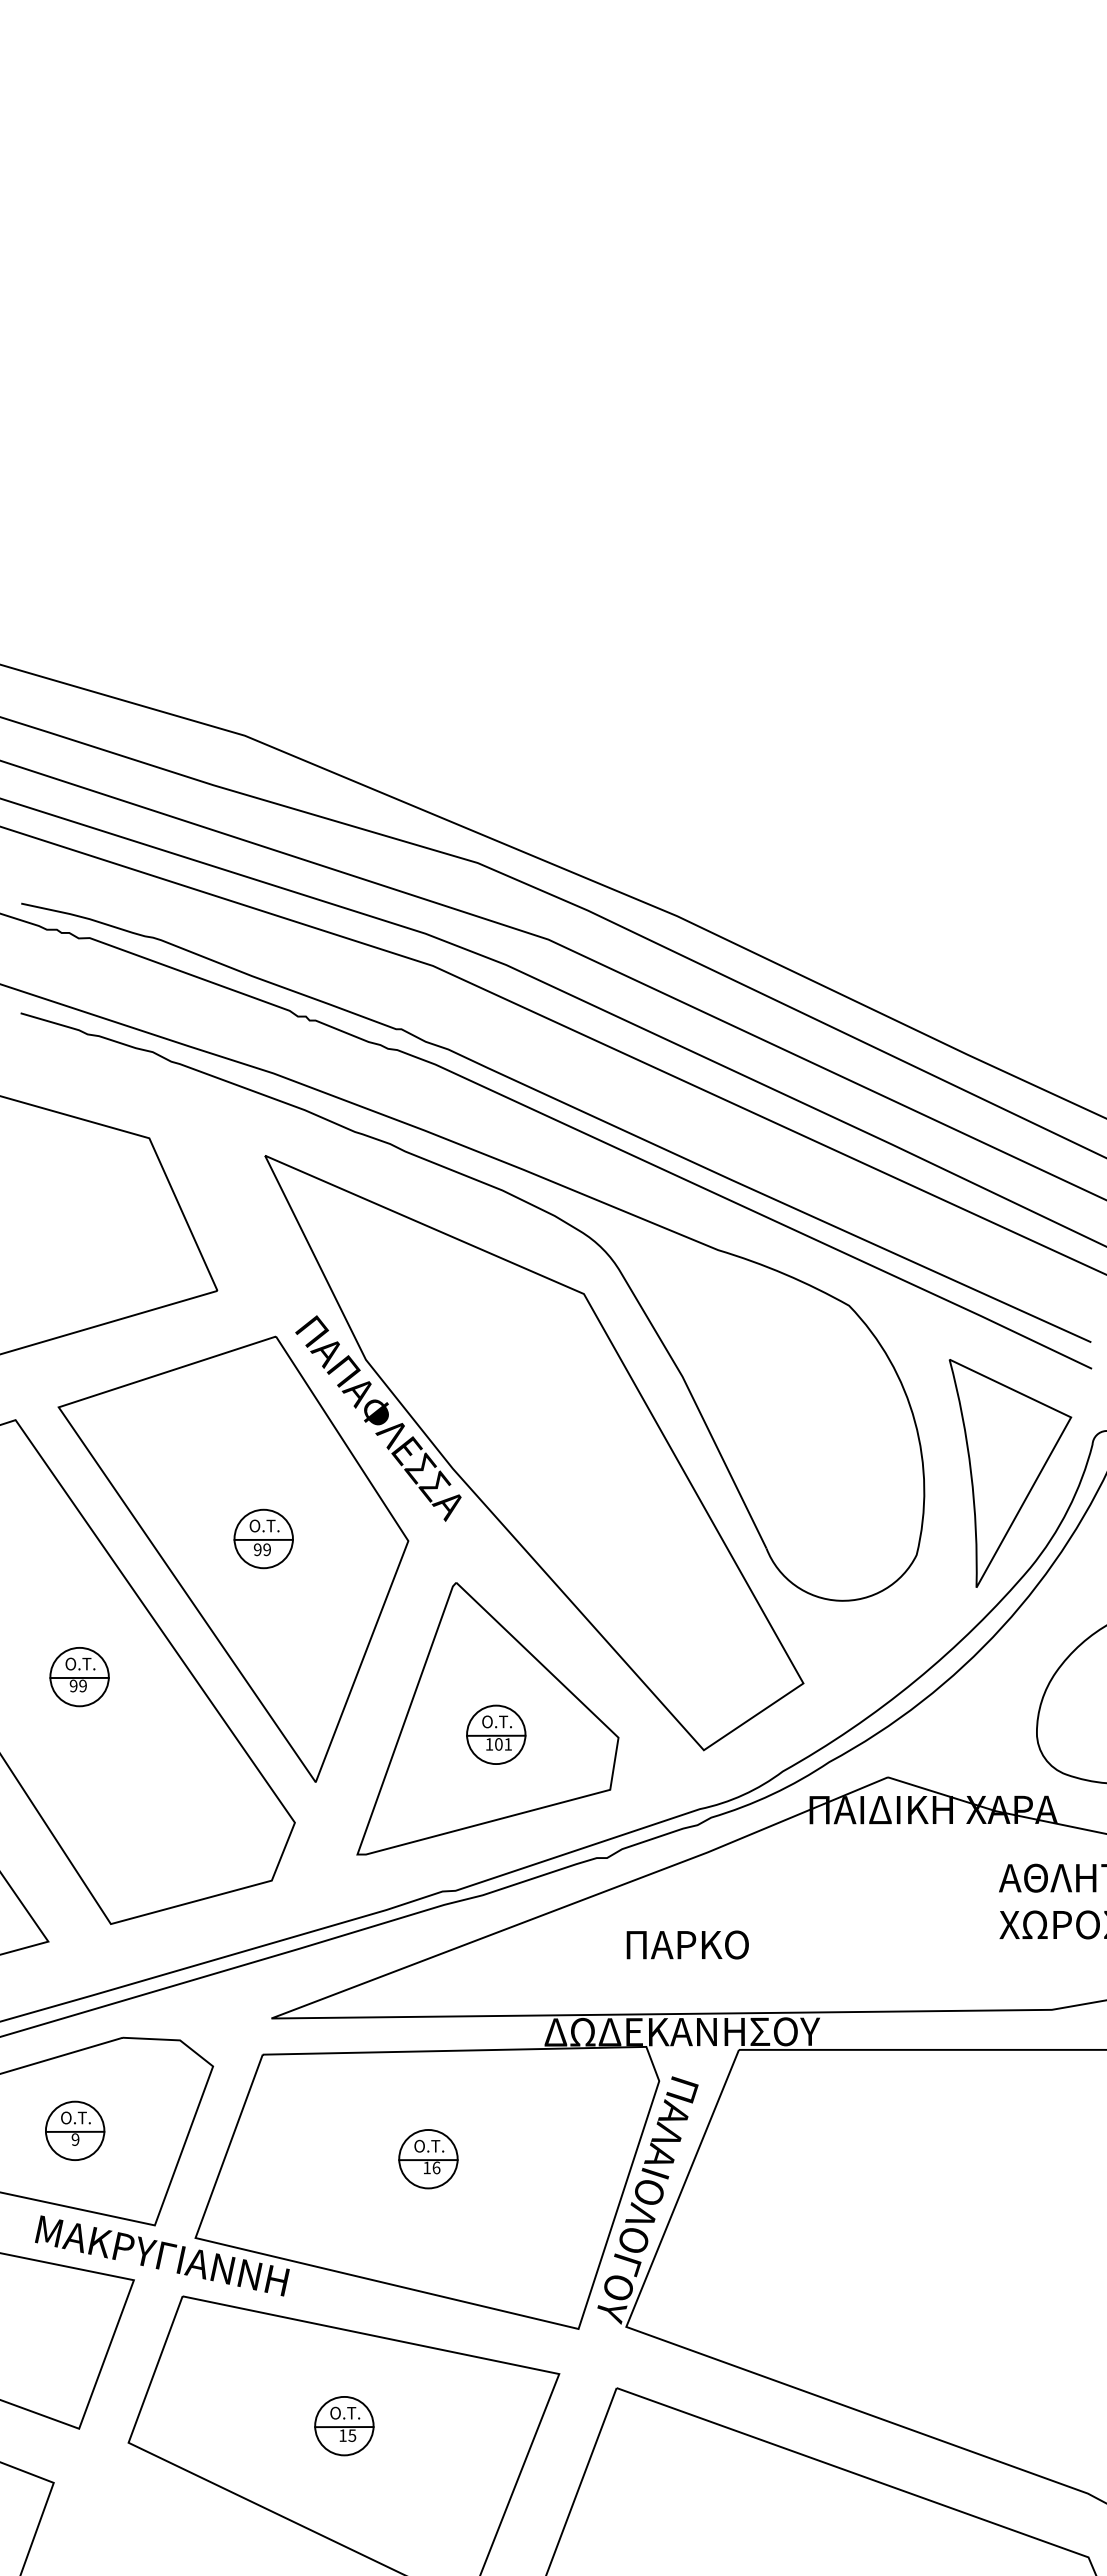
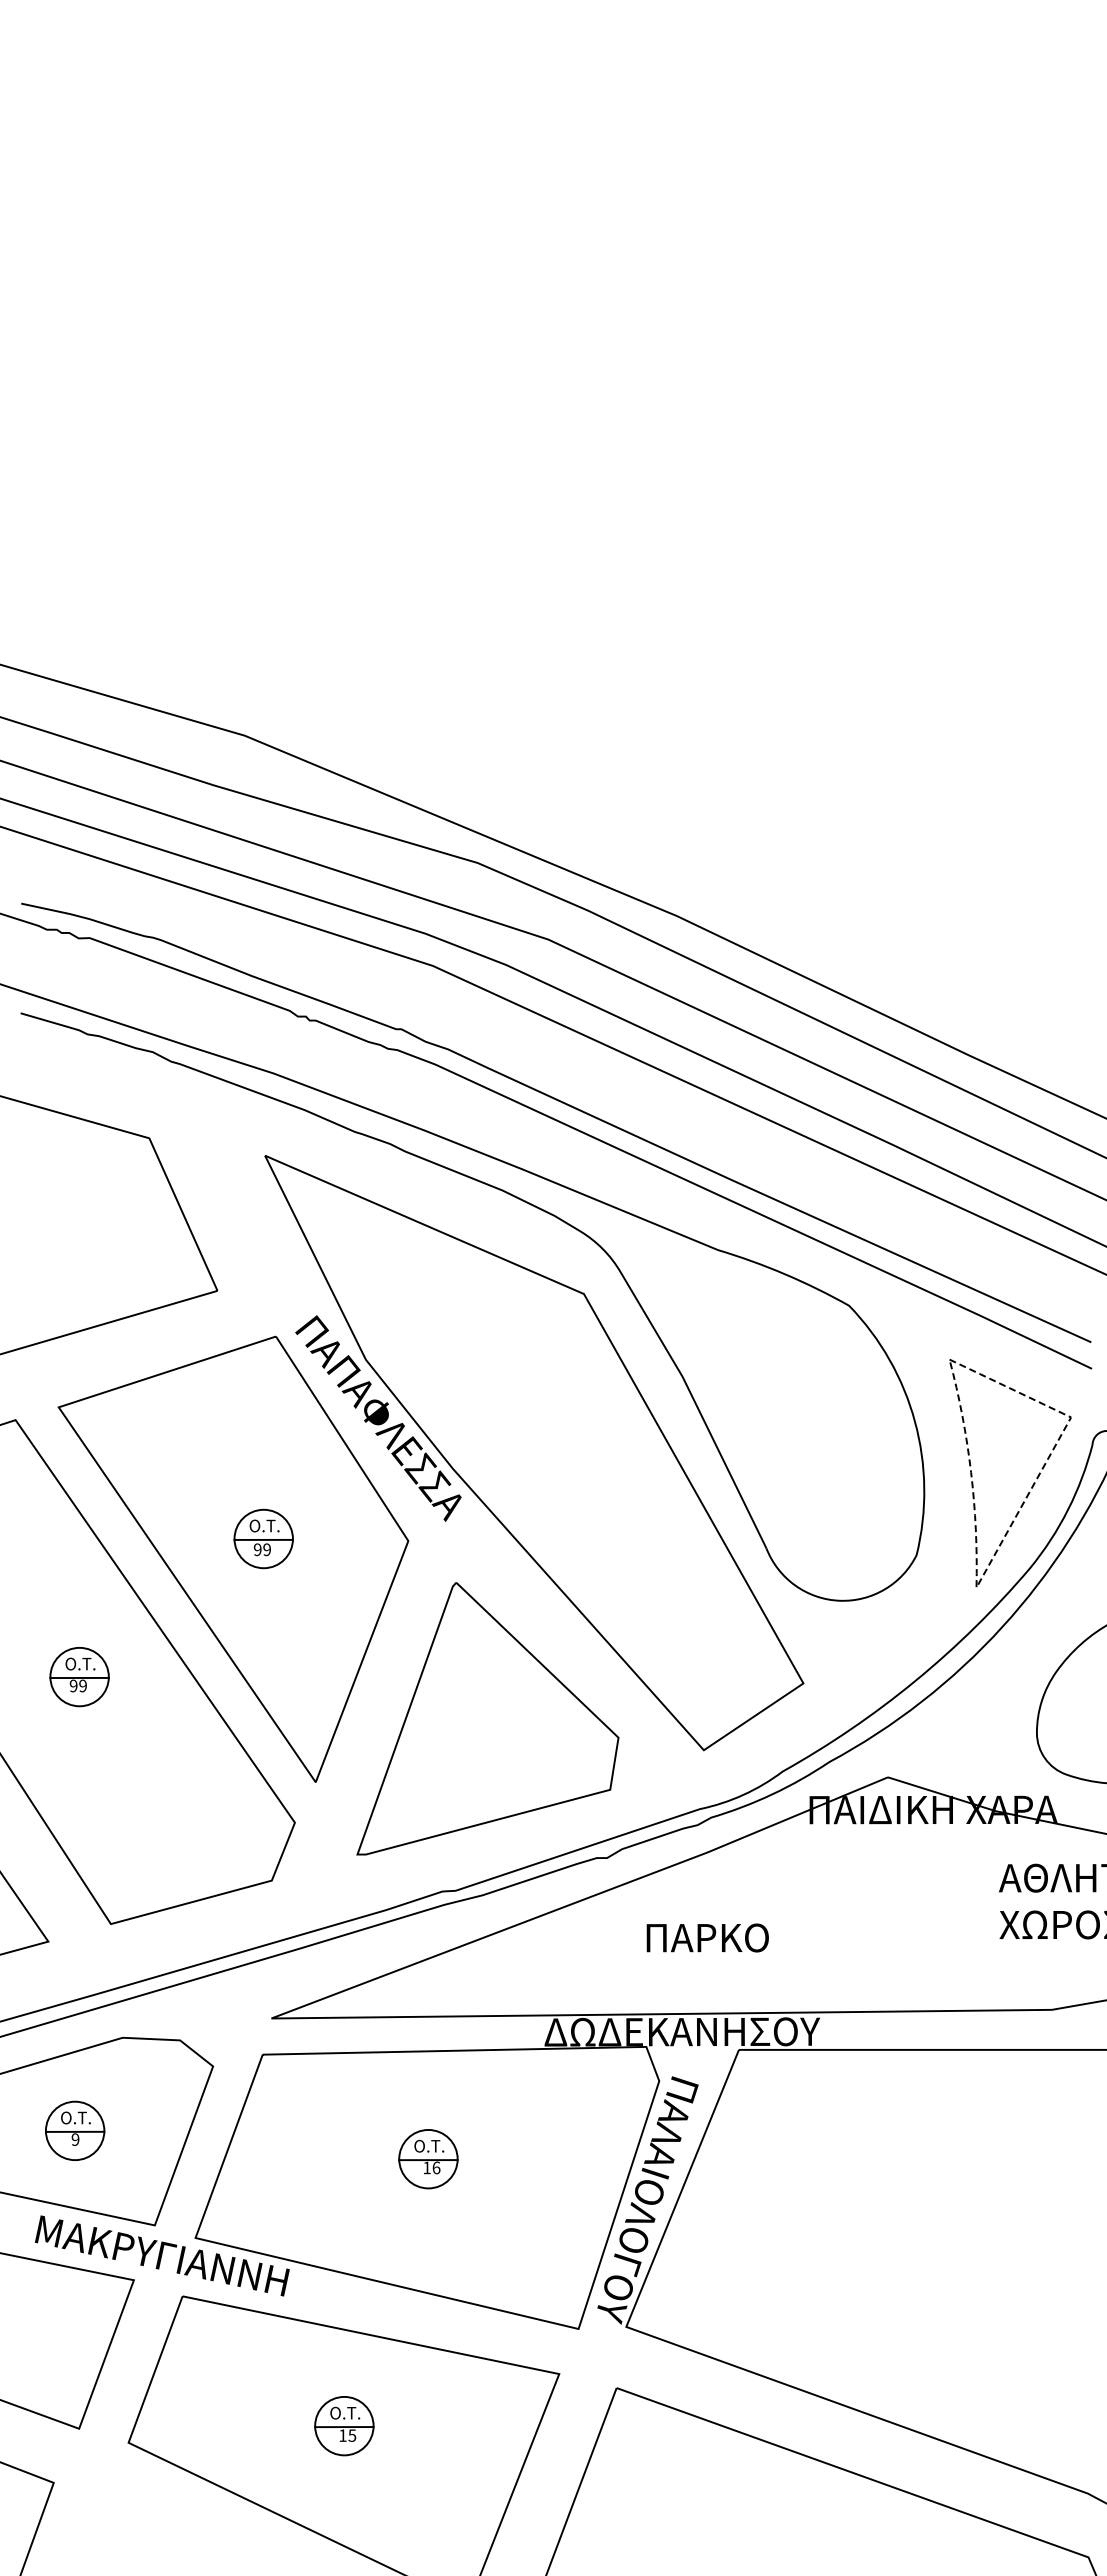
line at (998, 1548): solid -> dashed
part at (496, 1734): present -> none
text at (687, 1944) position: (687, 1944) -> (707, 1937)
